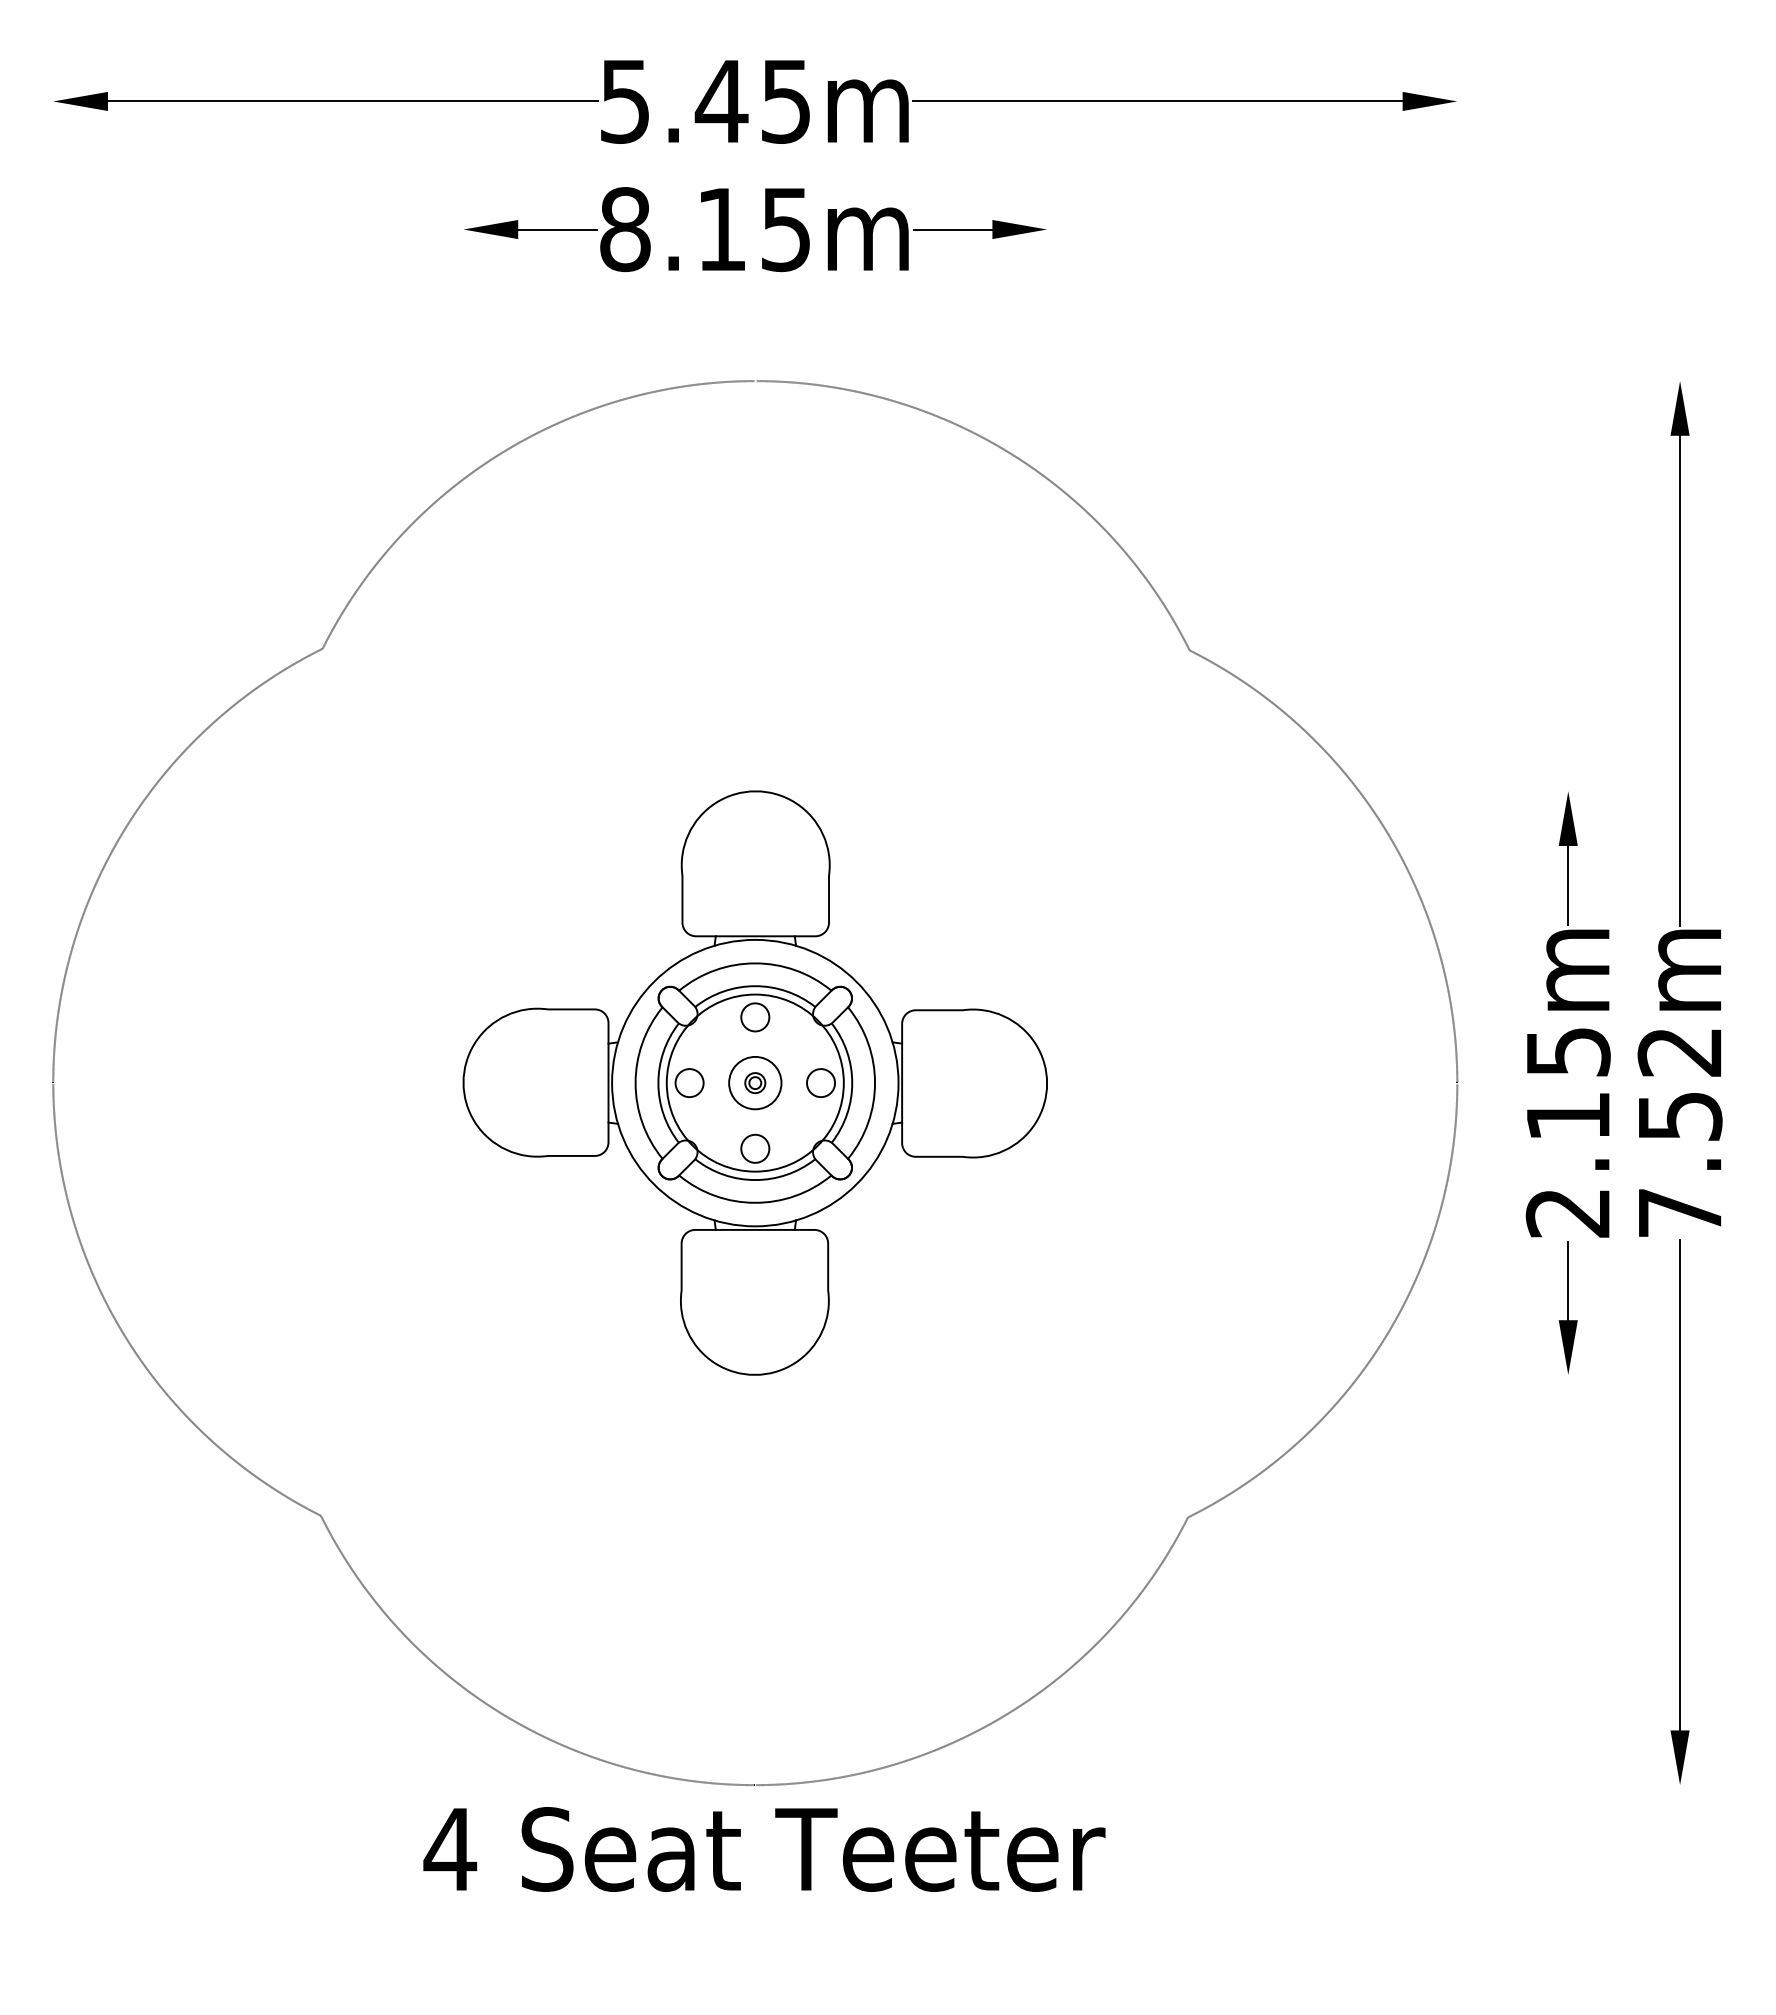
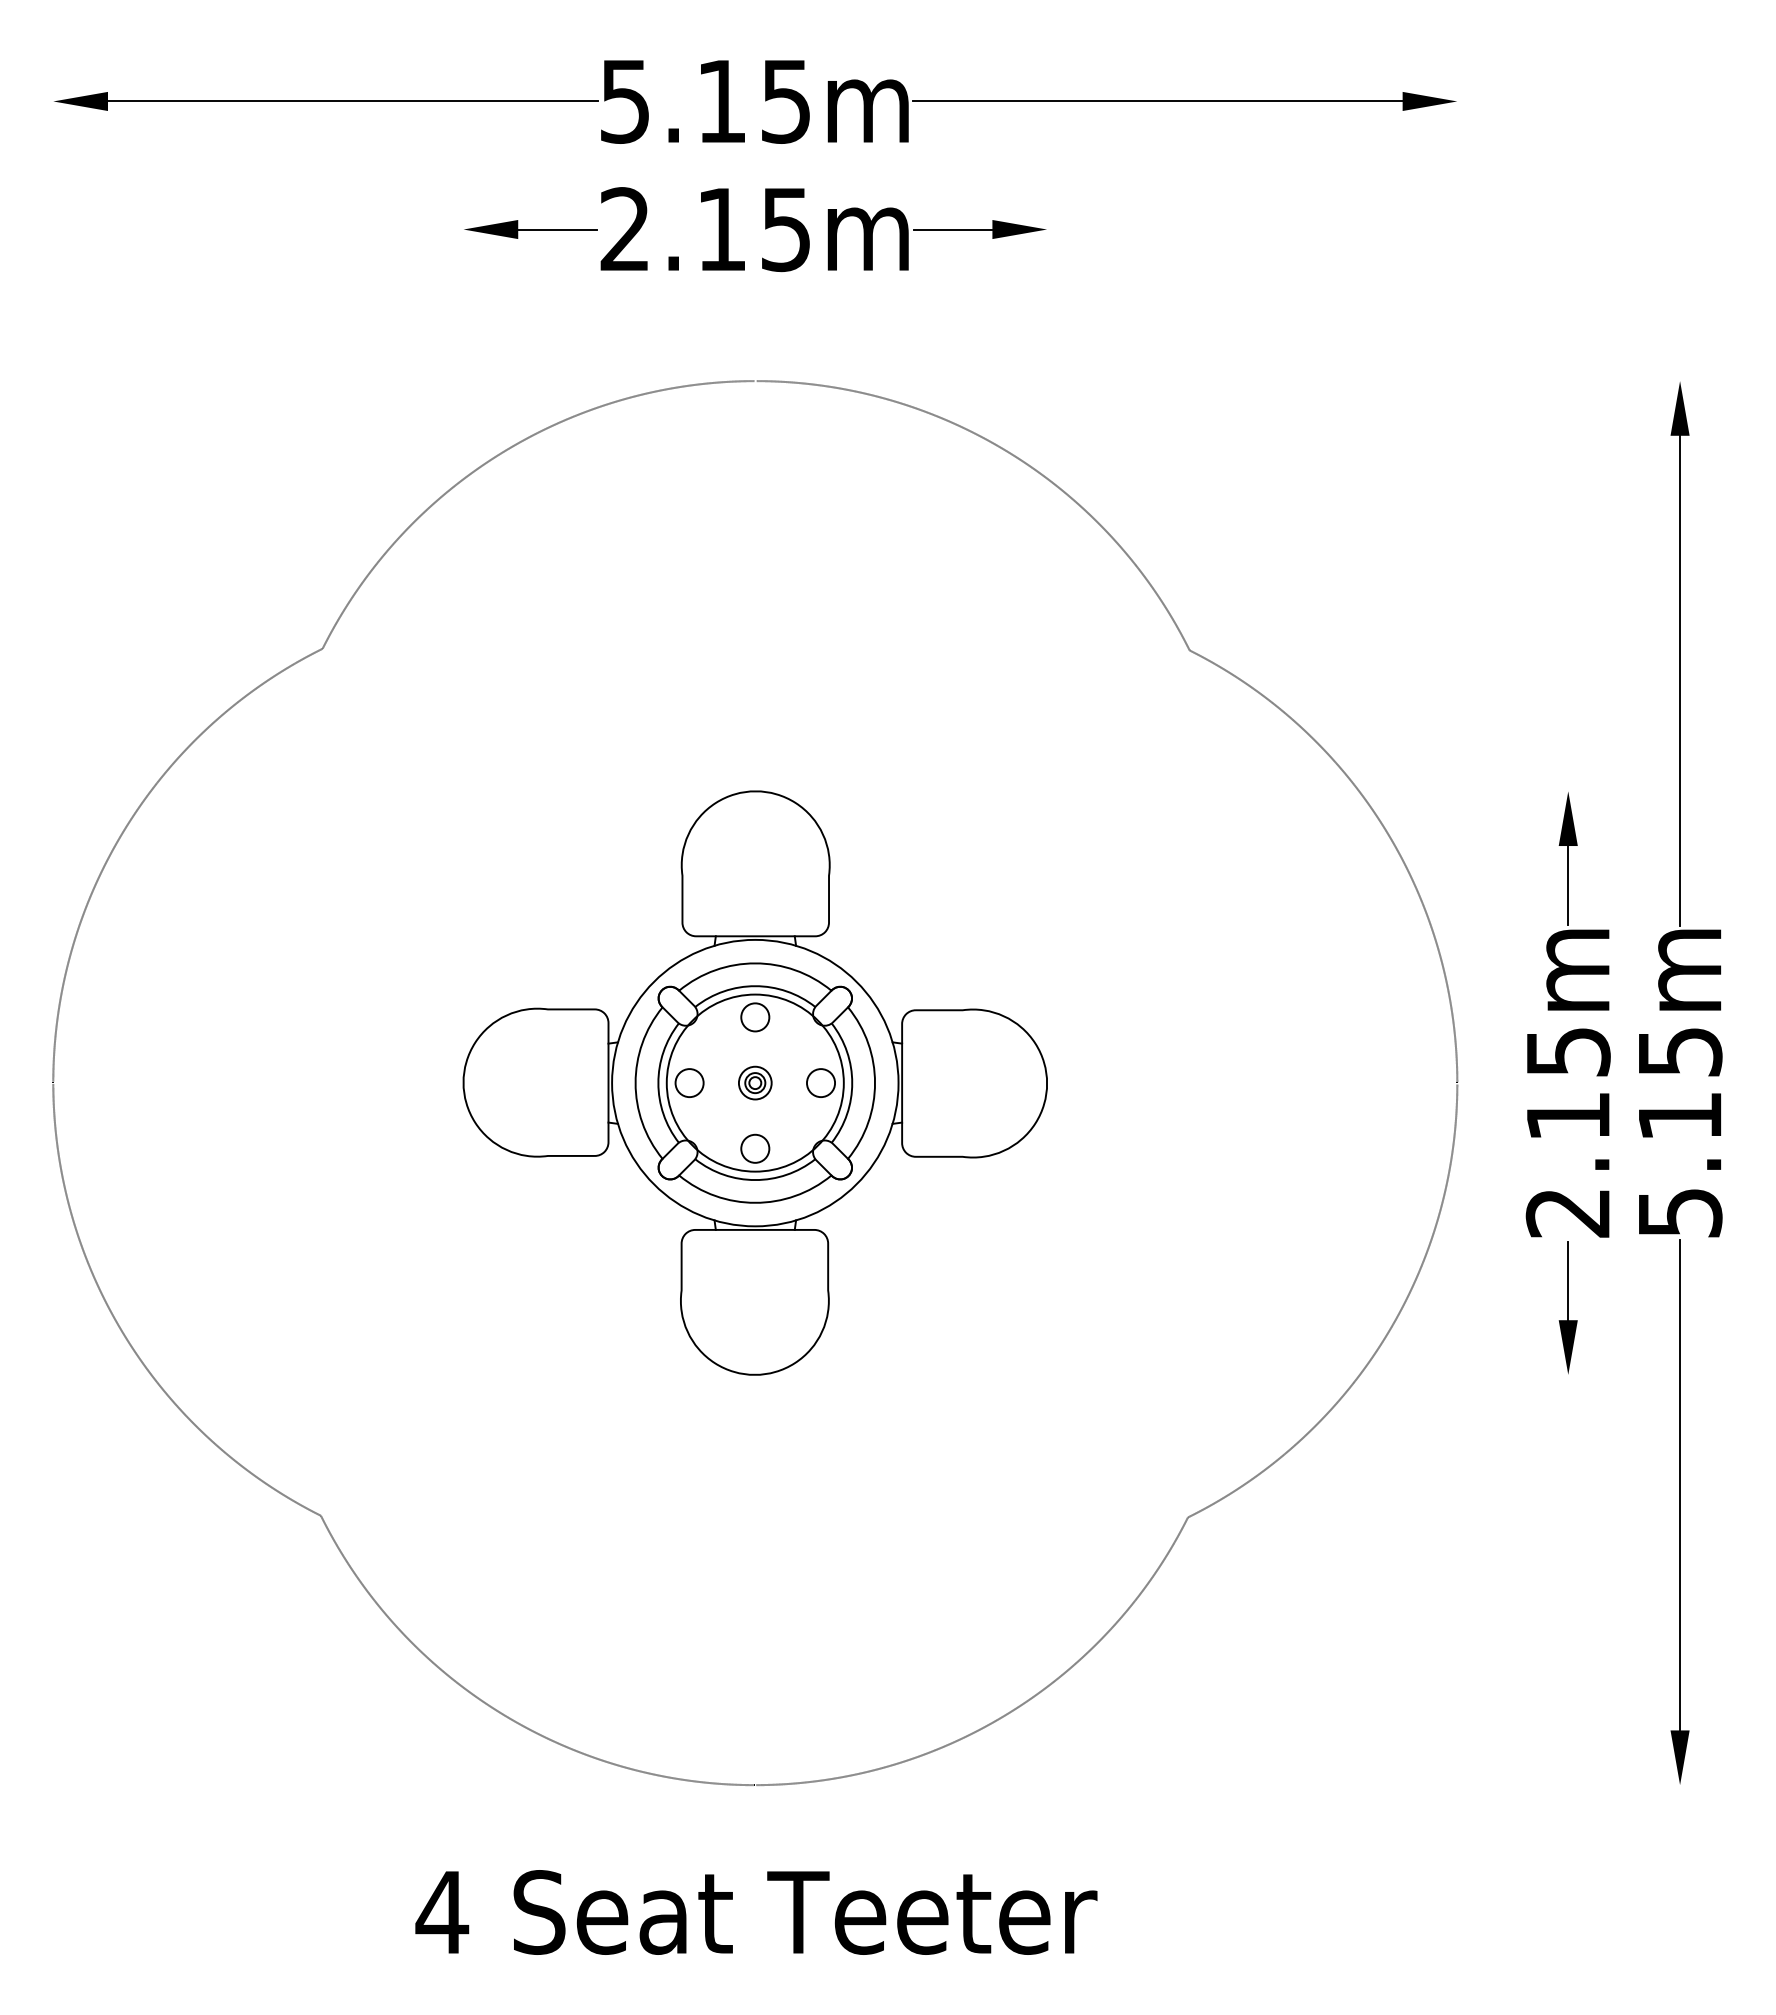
text at (721, 101): 5.45m -> 5.15m
text at (625, 229): 8.15m -> 2.15m
circle at (755, 1082) diameter: 52 px -> 33 px
text at (1679, 1132): 7.52m -> 5.15m
text at (764, 1849) position: (764, 1849) -> (756, 1912)
